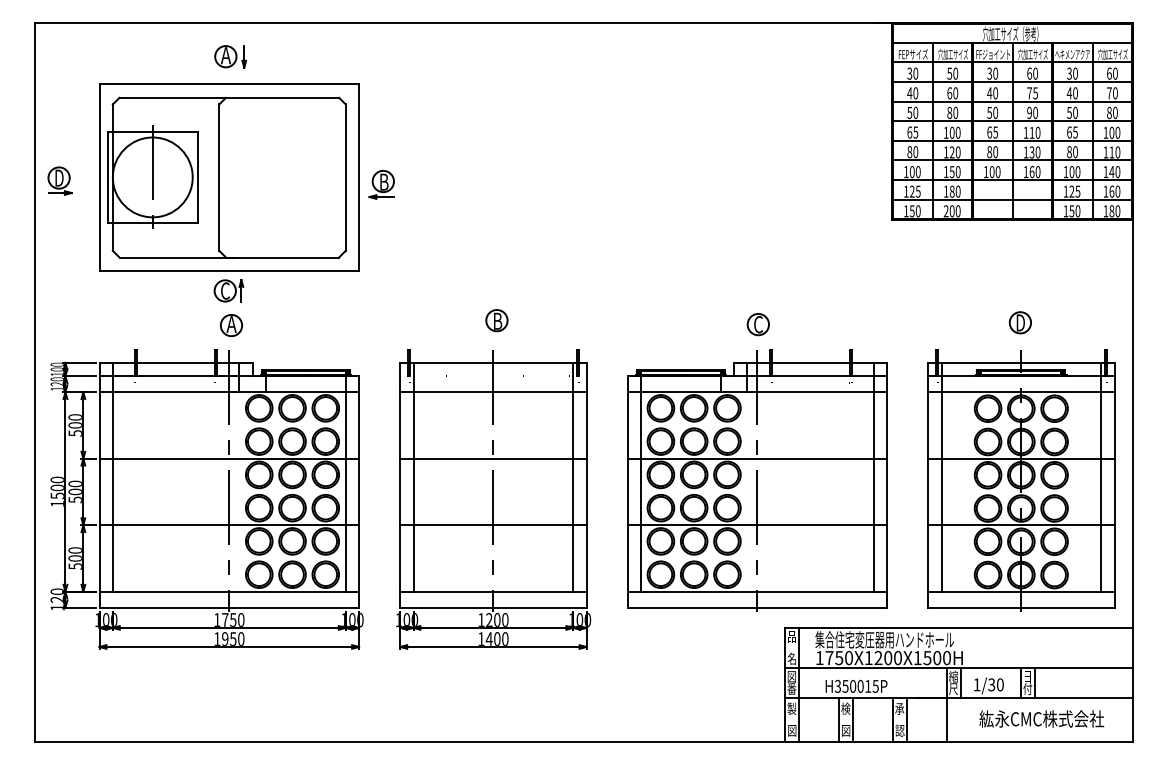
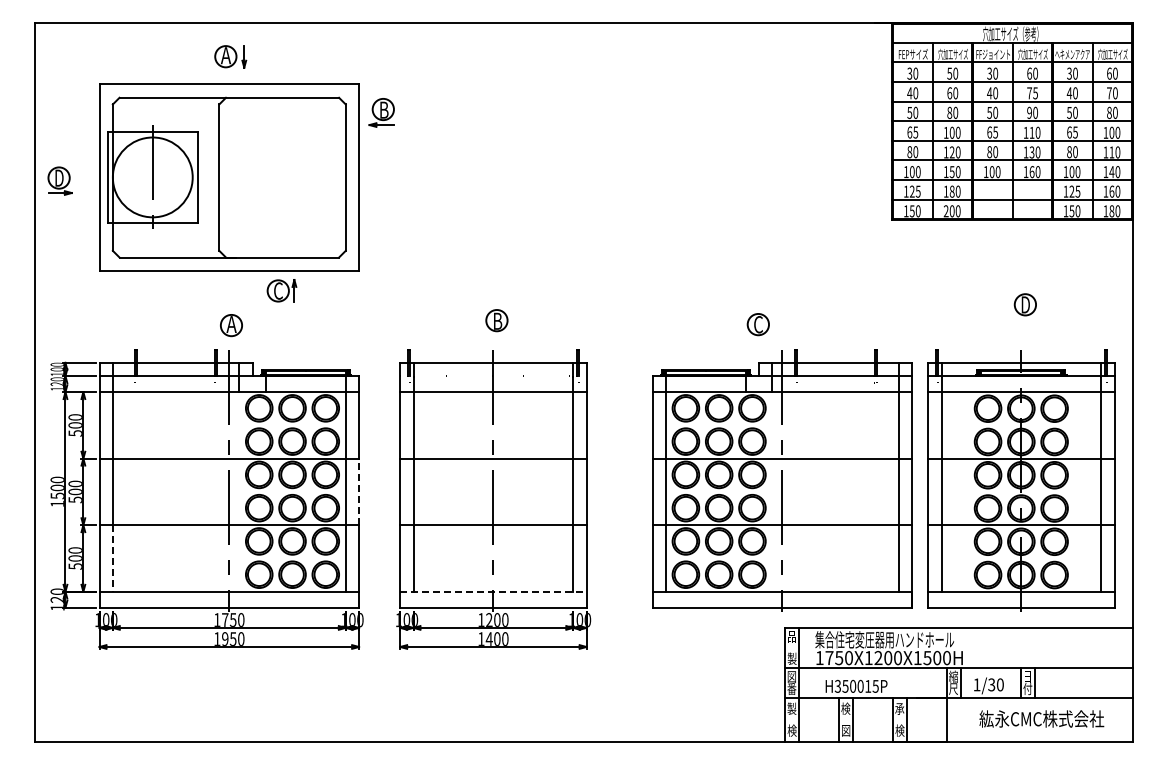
part at (381, 184) position: (381, 184) -> (381, 112)
part at (228, 290) position: (228, 290) -> (281, 290)
part at (1019, 322) position: (1019, 322) -> (1024, 304)
part at (757, 480) position: (757, 480) -> (782, 480)
line at (359, 491): solid -> dashed
line at (112, 558): solid -> dashed
line at (493, 591): solid -> dashed
text at (791, 658): 名 -> 製
text at (791, 730): 図 -> 検
text at (899, 730): 認 -> 検
